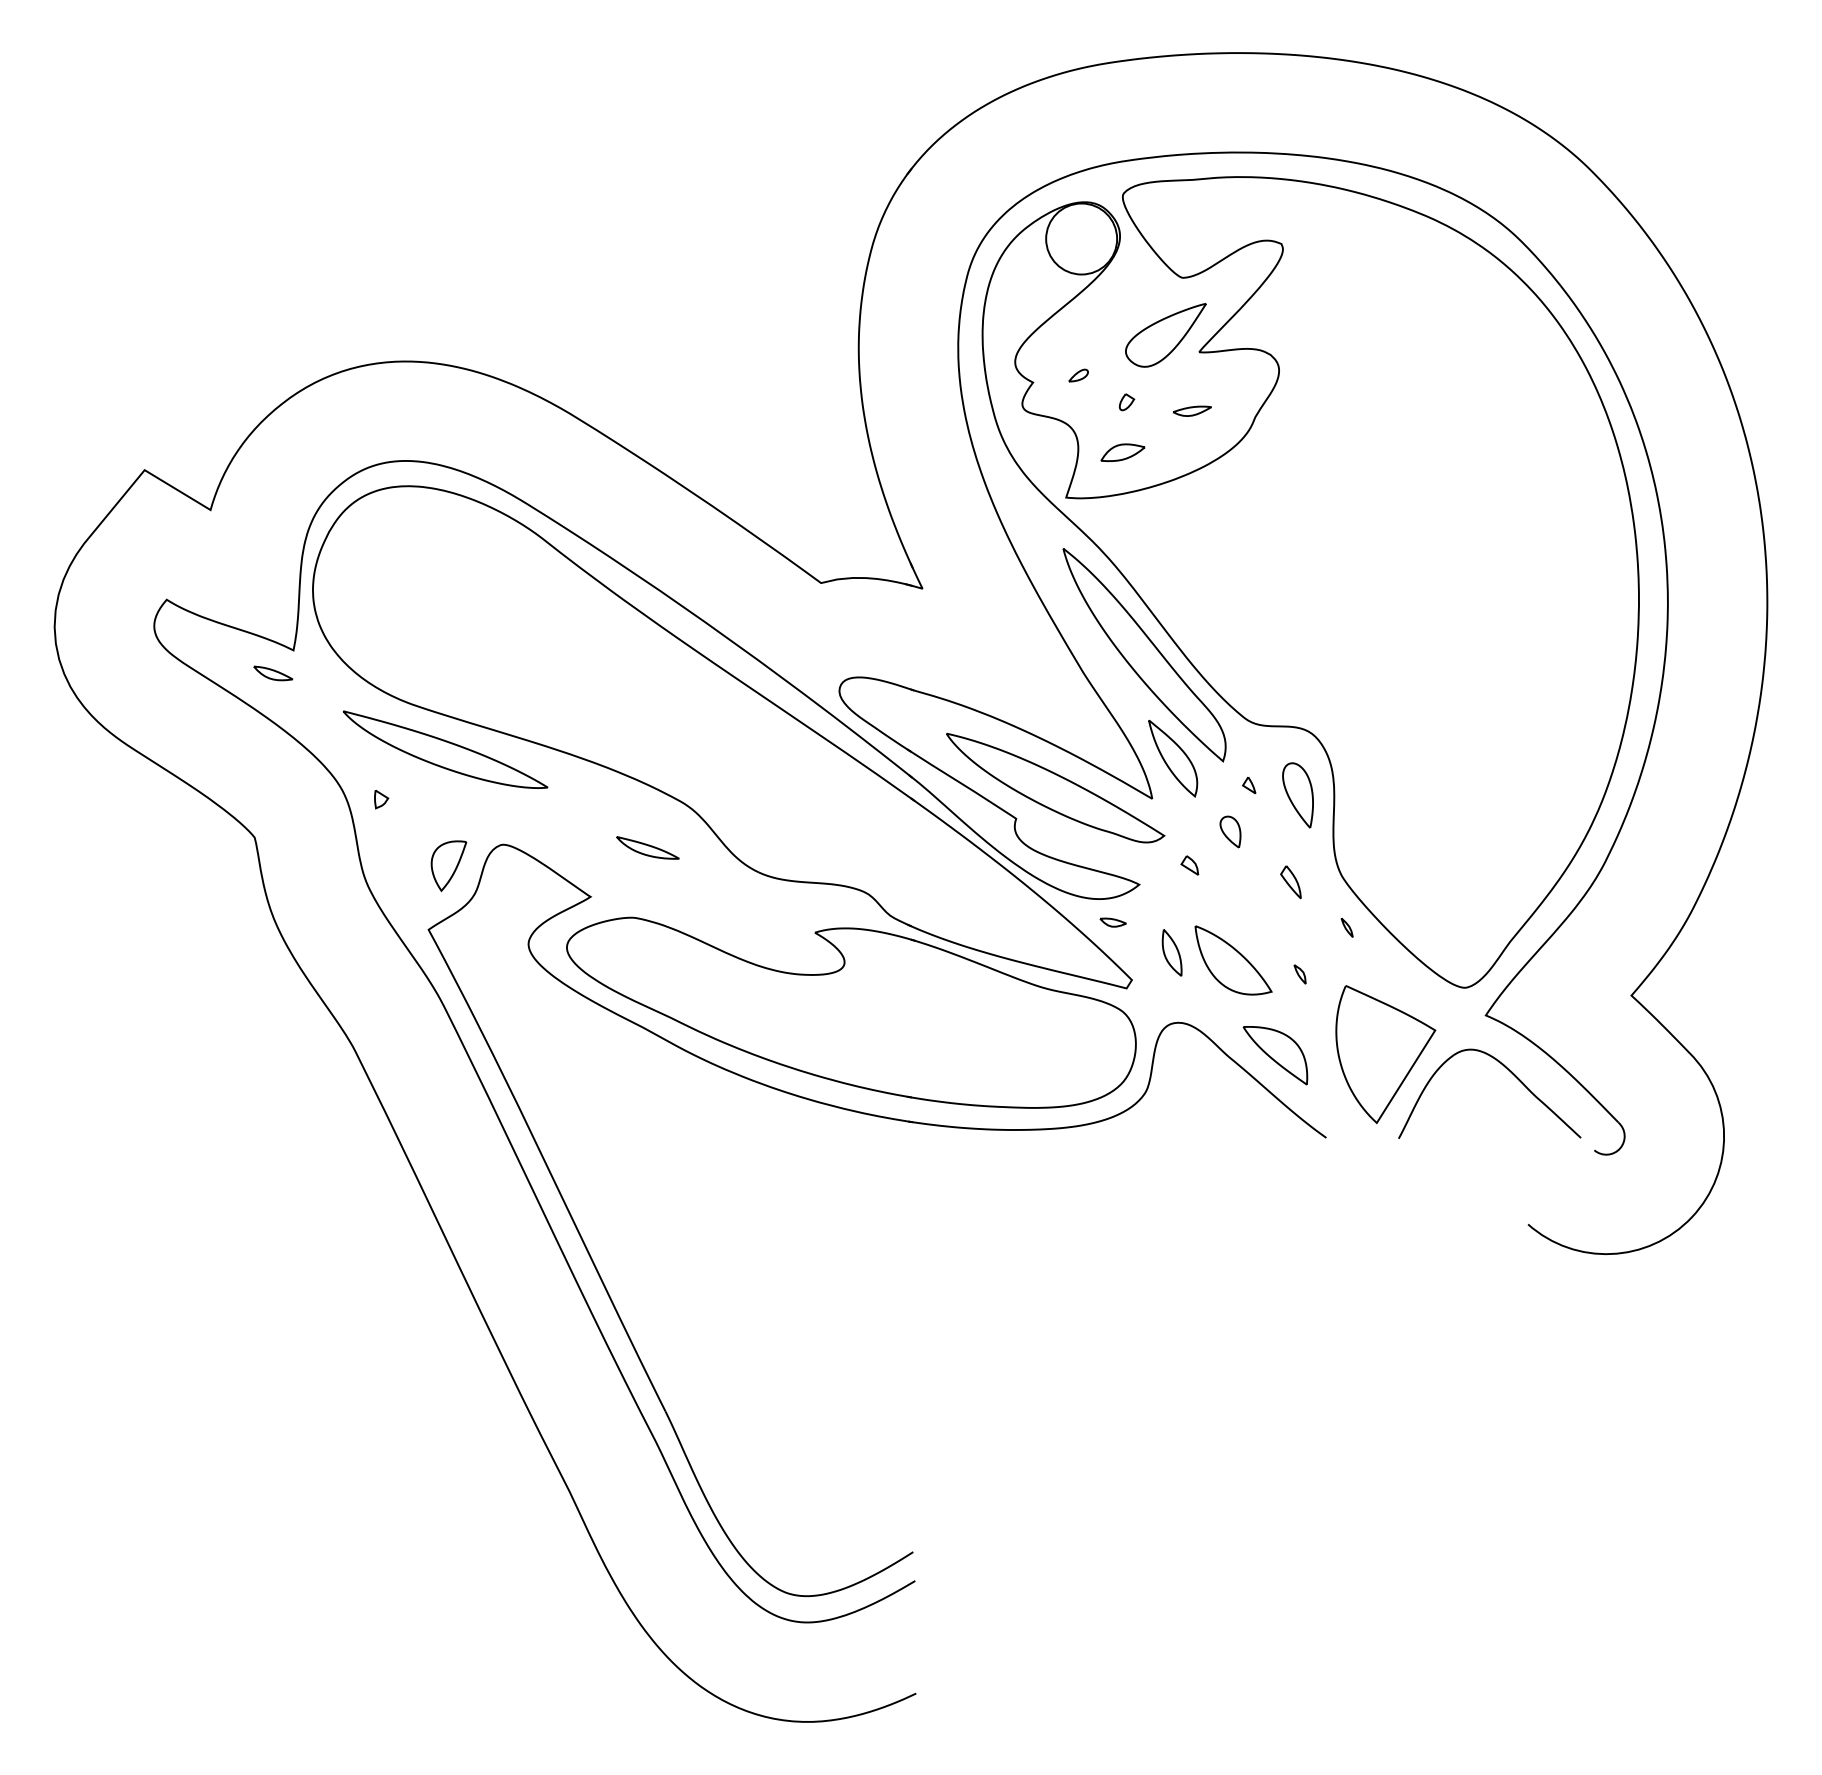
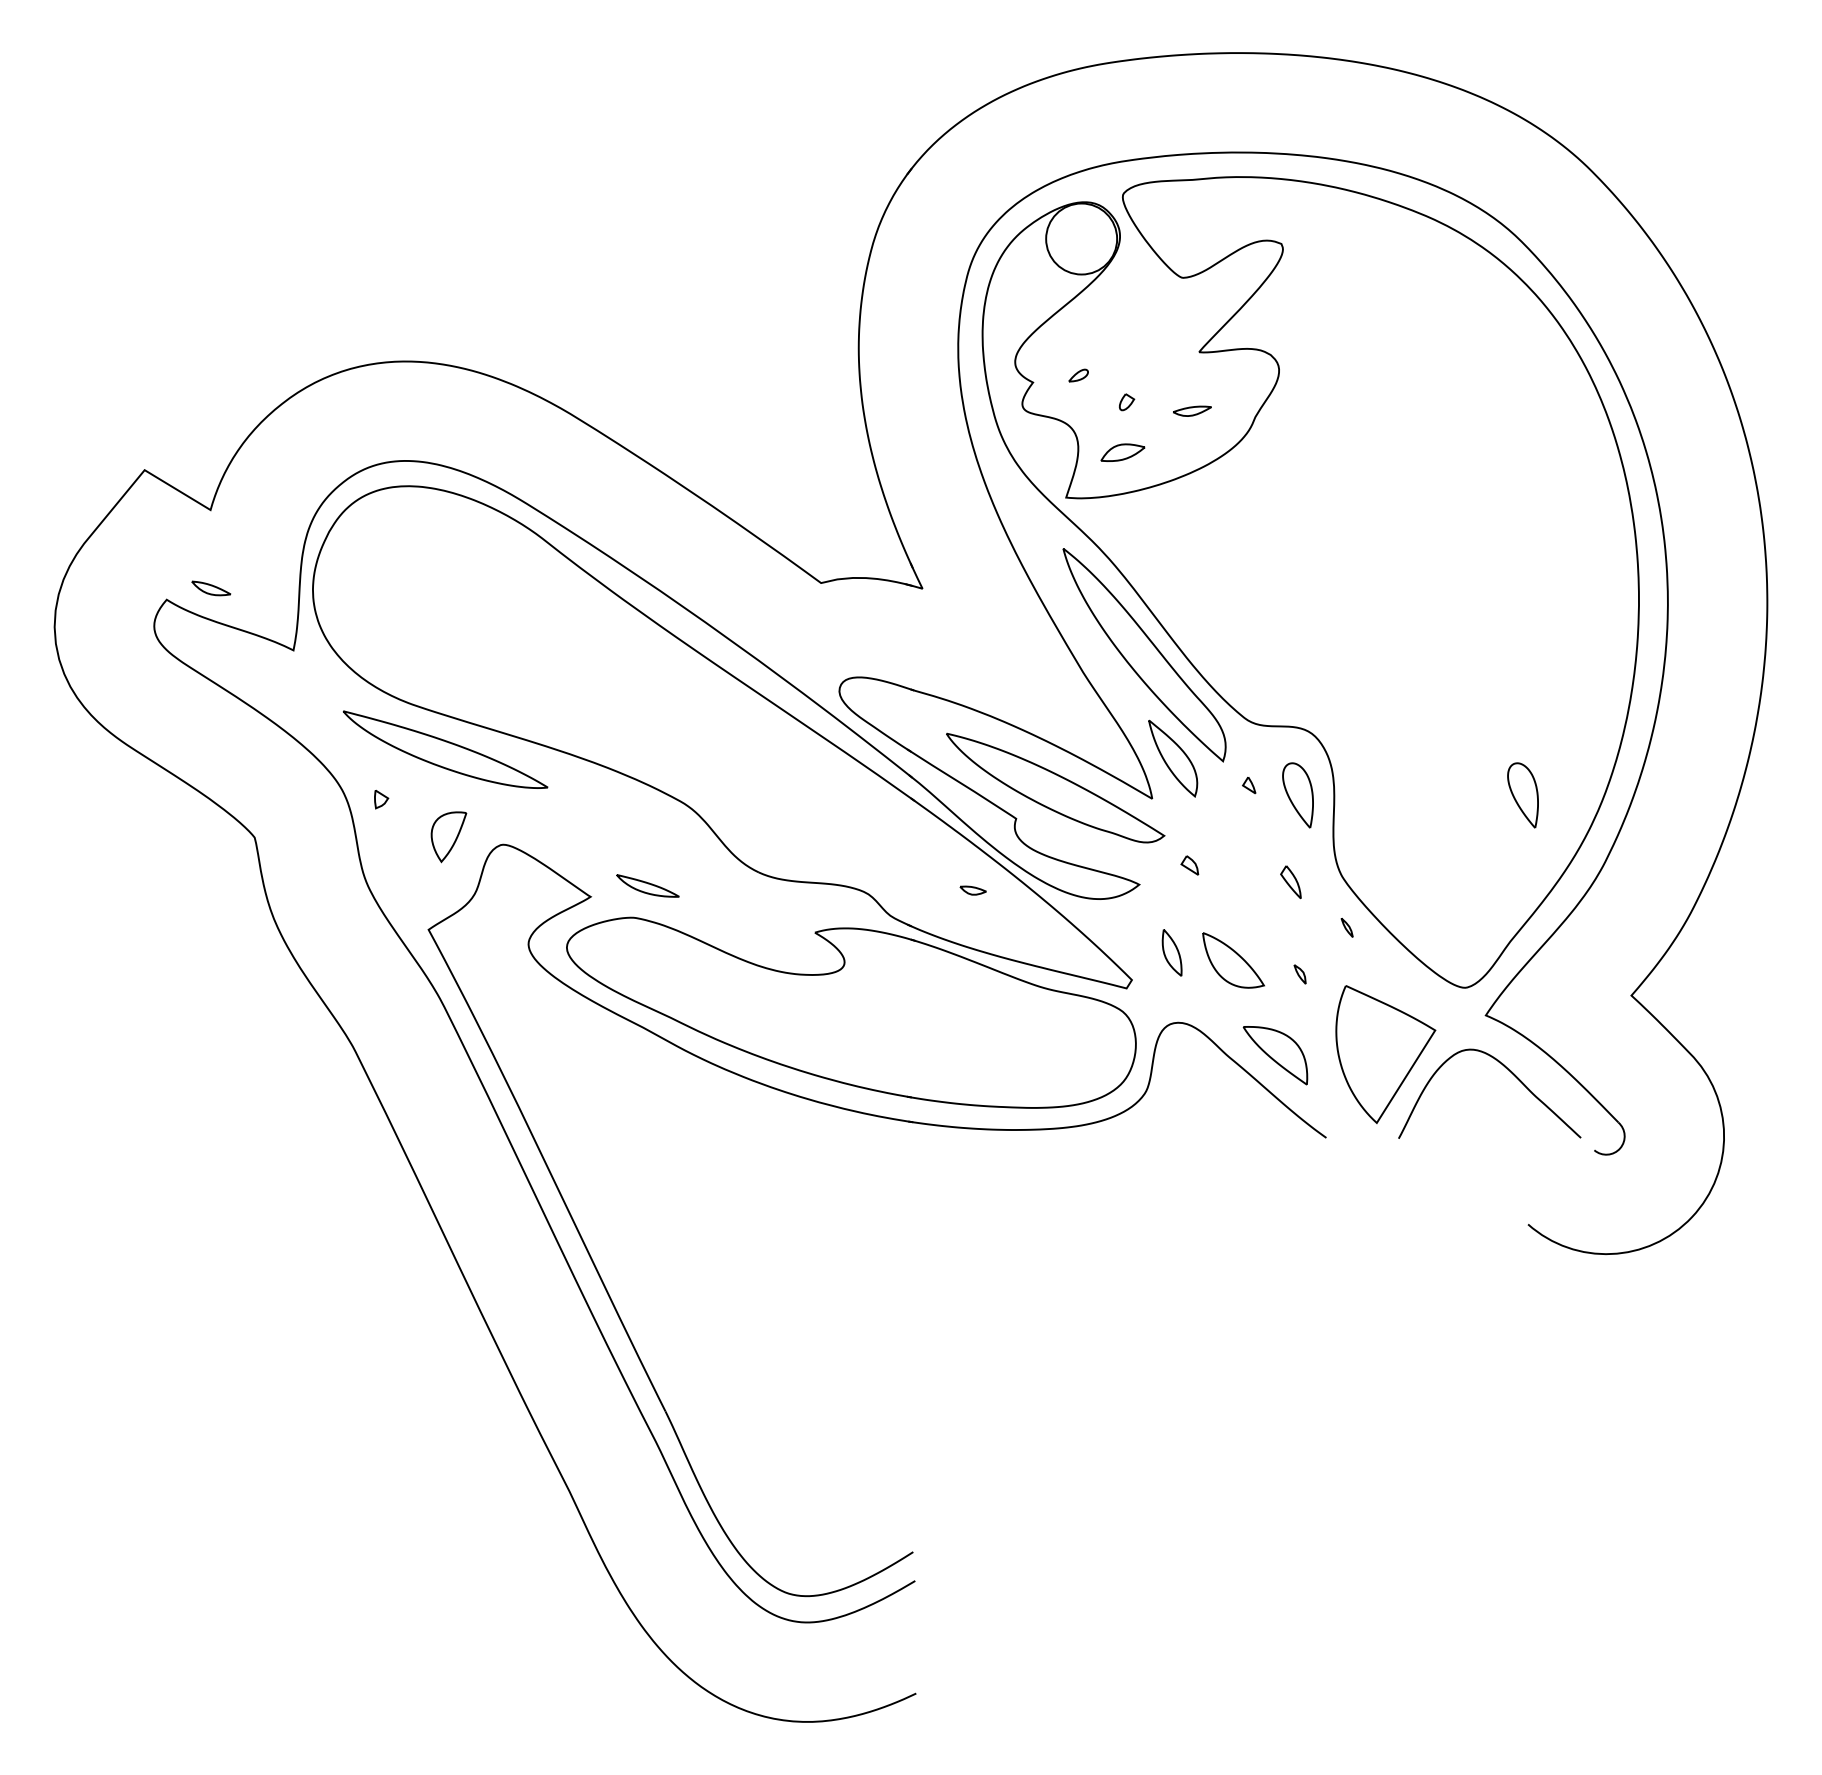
part at (1165, 335): present -> none
part at (273, 673) position: (273, 673) -> (211, 588)
part at (1522, 795): none -> present
part at (1230, 831): present -> none
part at (647, 847) position: (647, 847) -> (647, 885)
part at (448, 866) position: (448, 866) -> (448, 837)
part at (1112, 922) position: (1112, 922) -> (972, 890)
part at (1233, 960) size: 79x71 px -> 63x57 px
